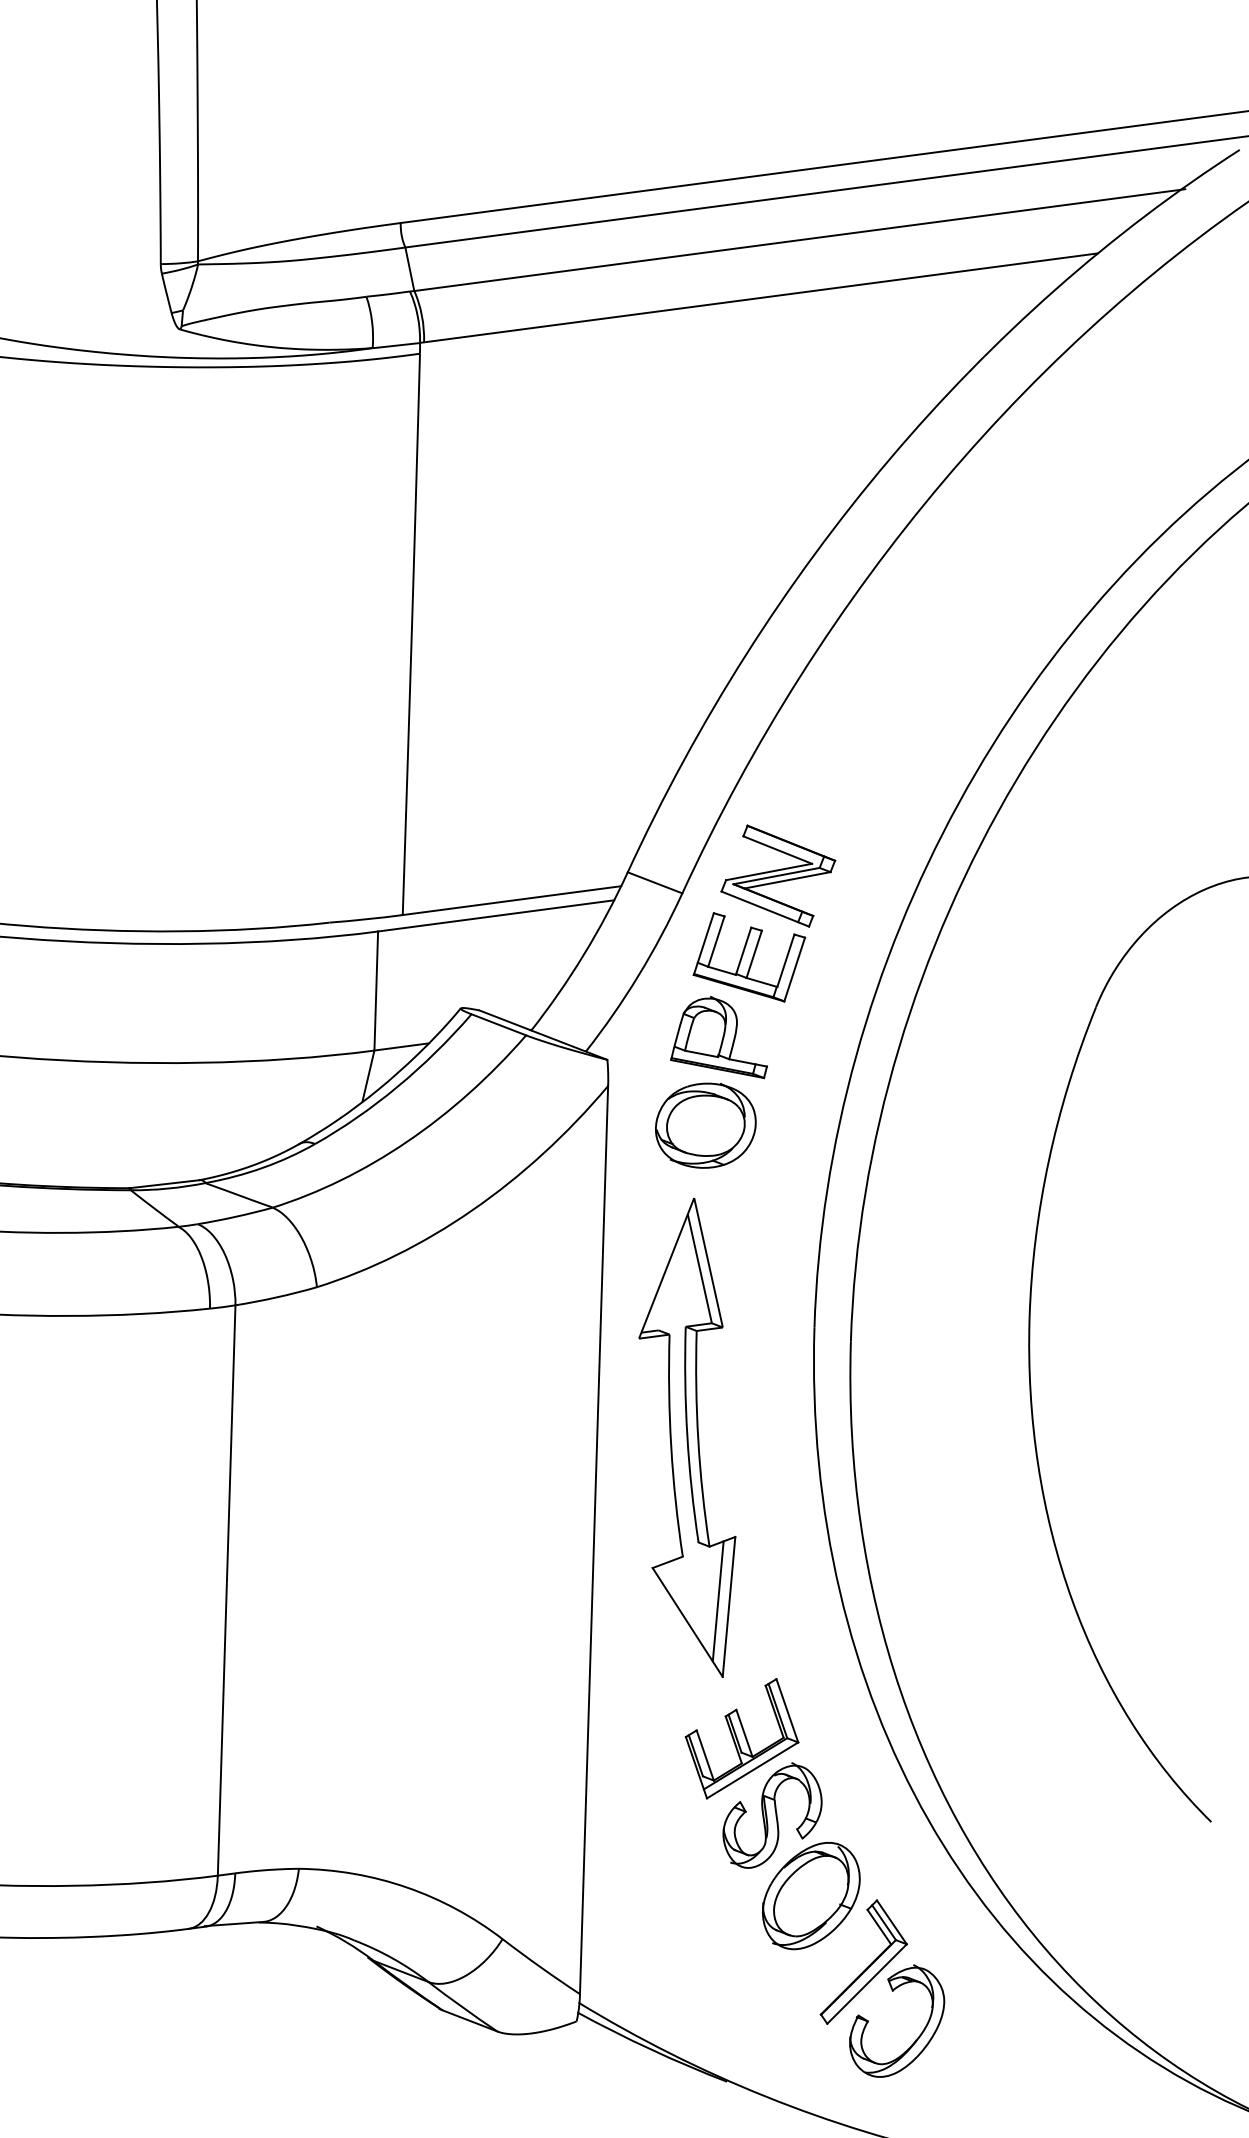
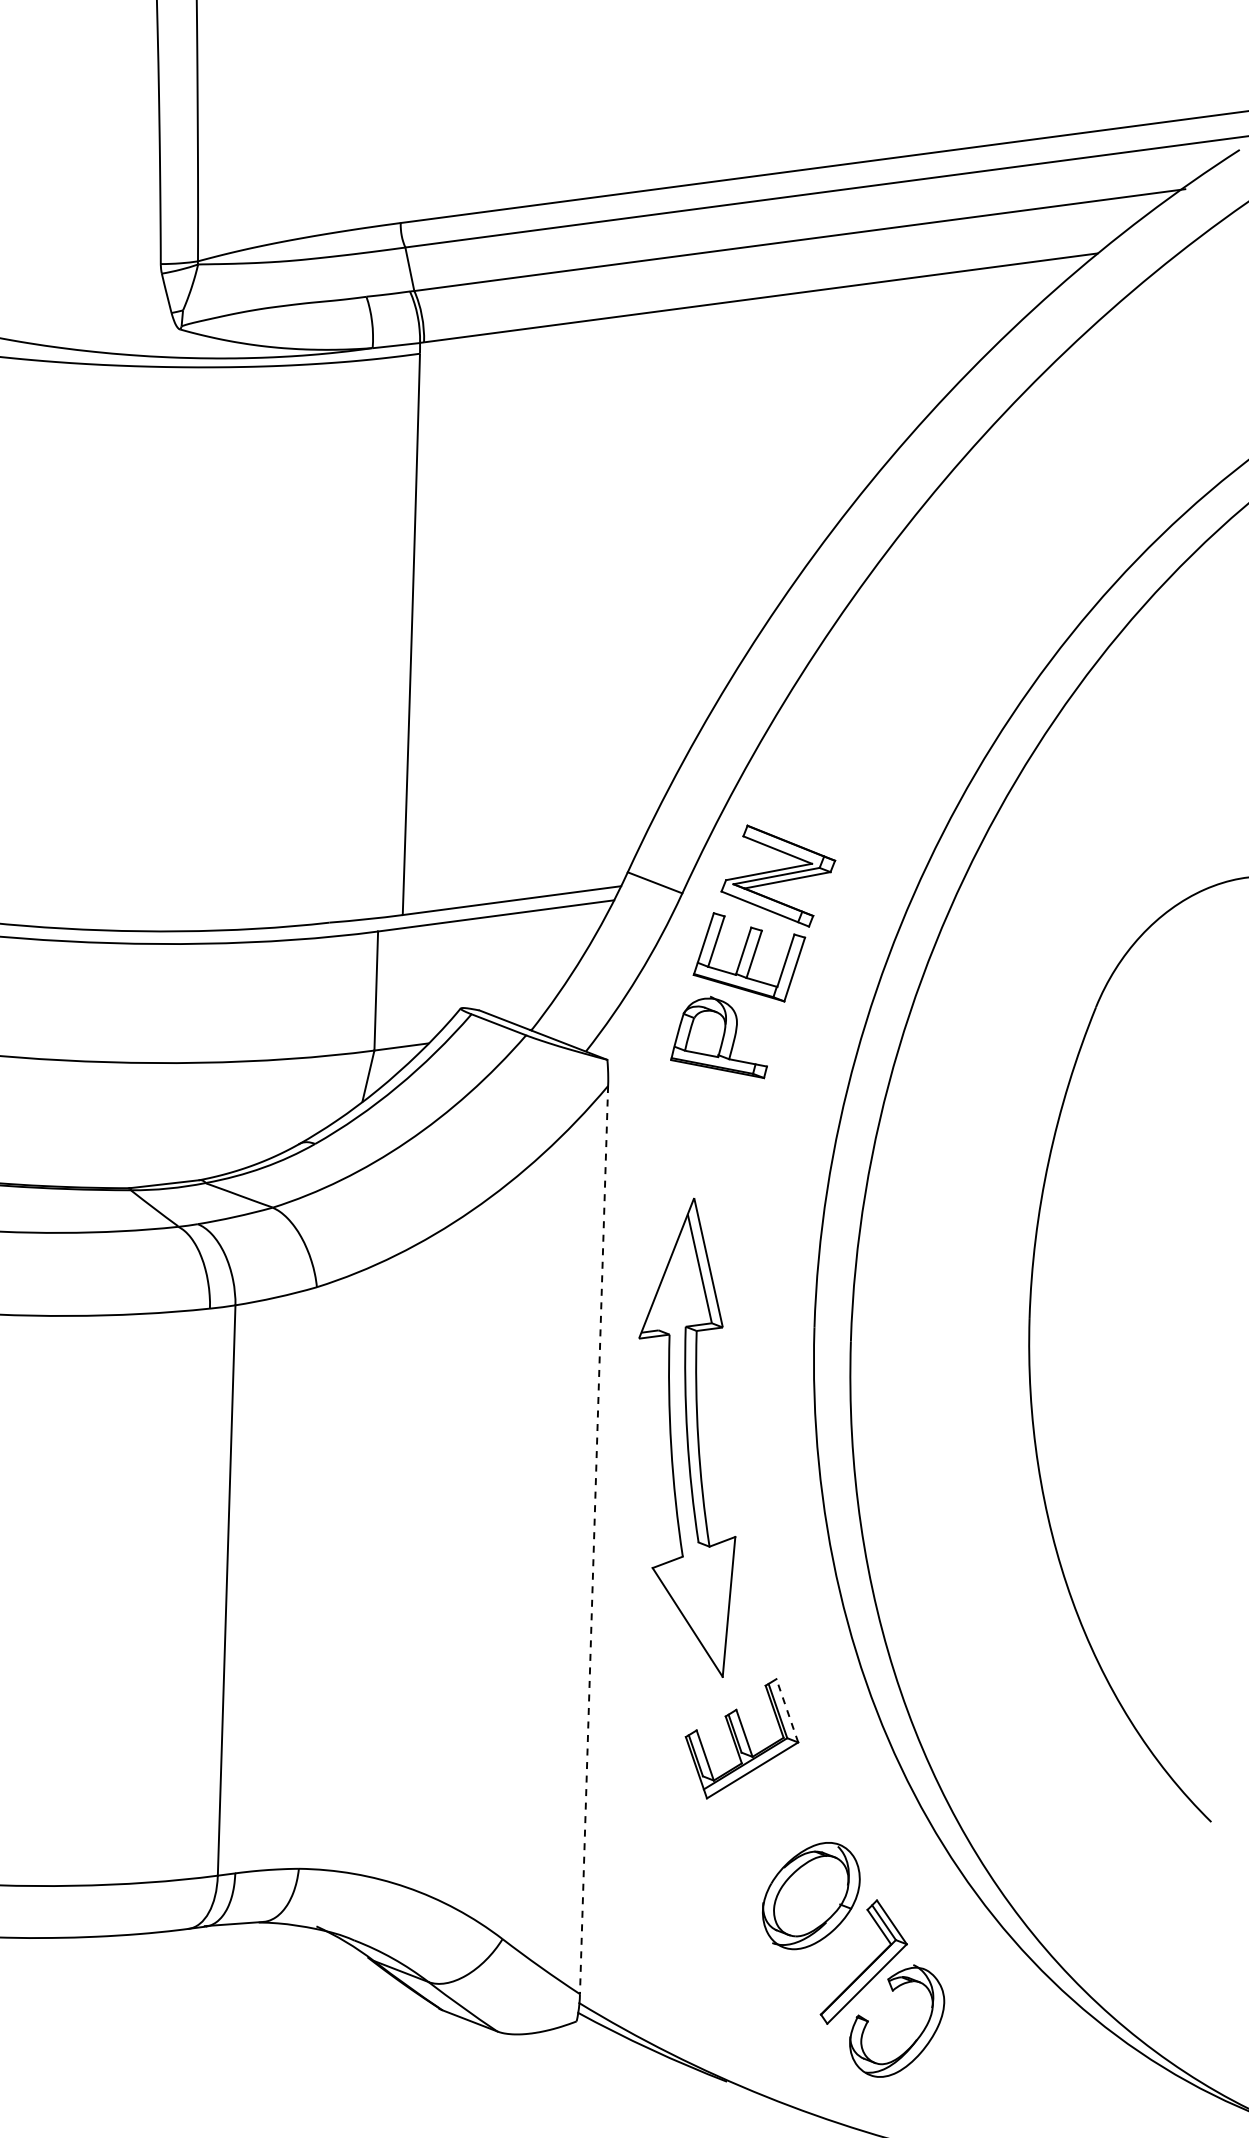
part at (705, 1125): present -> none
line at (594, 1540): solid -> dashed
line at (717, 1601): present -> none
line at (787, 1710): solid -> dashed
part at (772, 1815): present -> none
